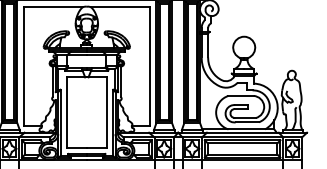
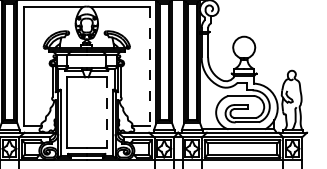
line at (149, 67): solid -> dashed
line at (106, 113): solid -> dashed
